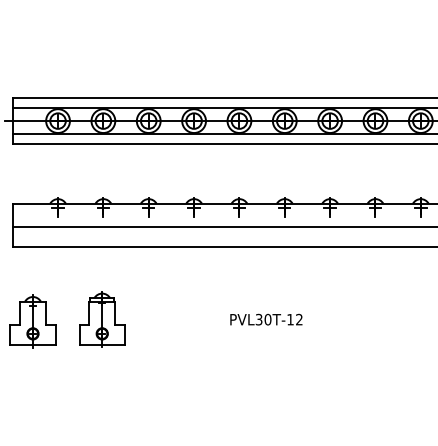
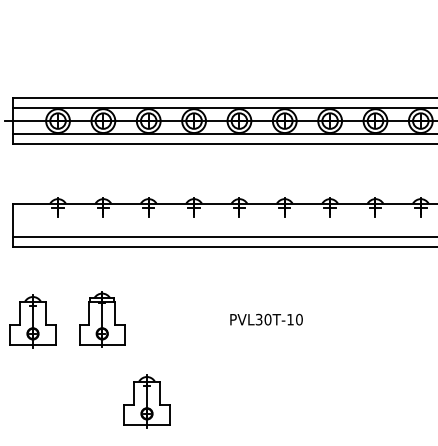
line at (223, 227) position: (223, 227) -> (223, 237)
text at (299, 319): PVL30T-12 -> PVL30T-10
part at (146, 401): none -> present
